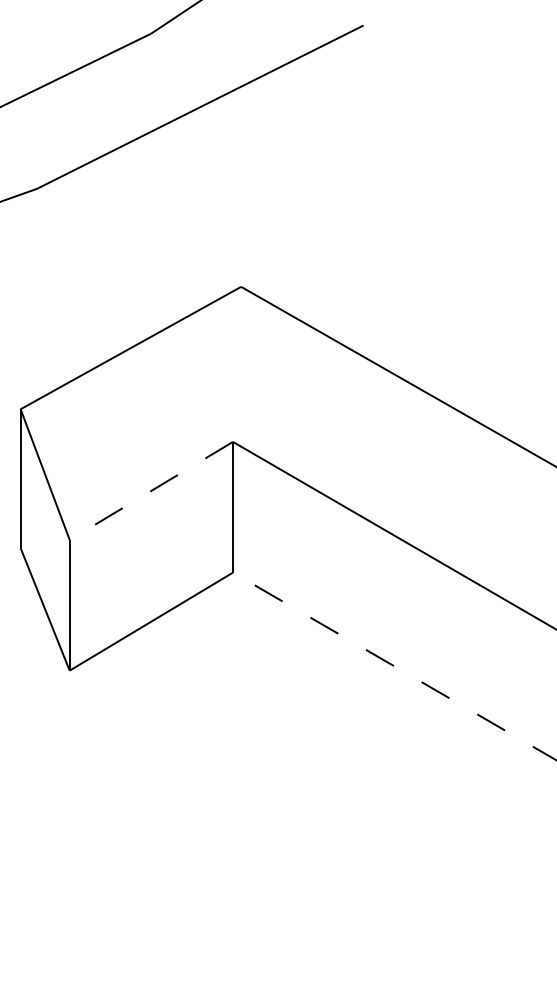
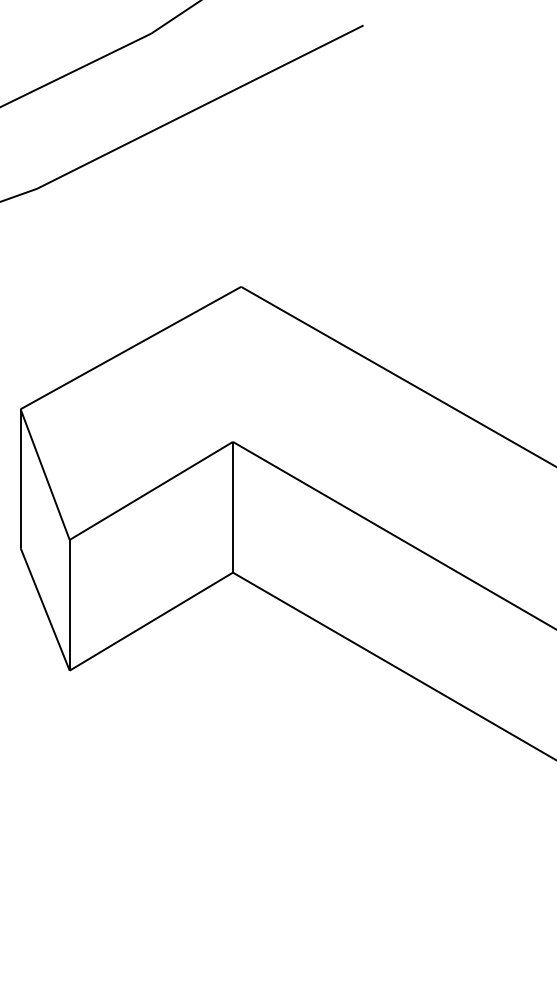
line at (150, 491): dashed -> solid
line at (394, 666): dashed -> solid
